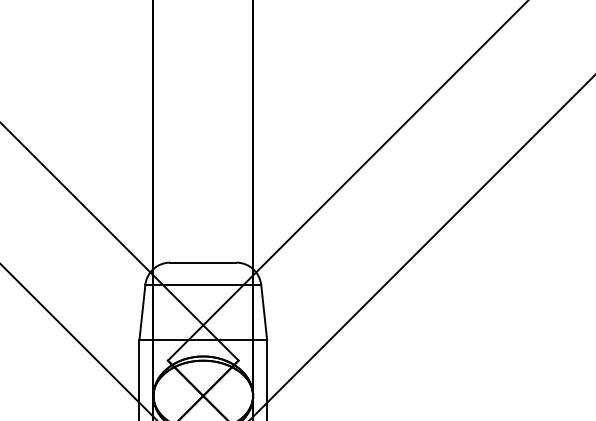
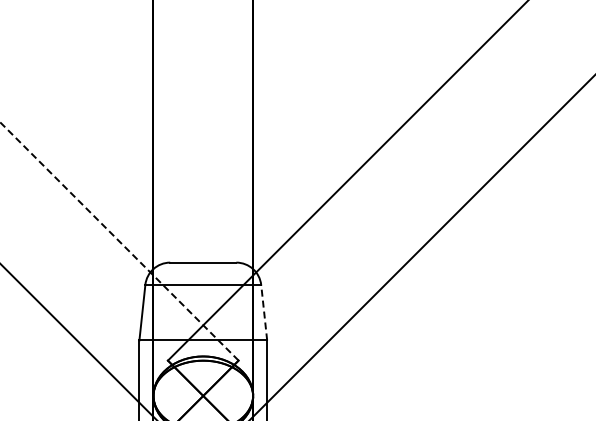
line at (119, 241): solid -> dashed
line at (264, 312): solid -> dashed
